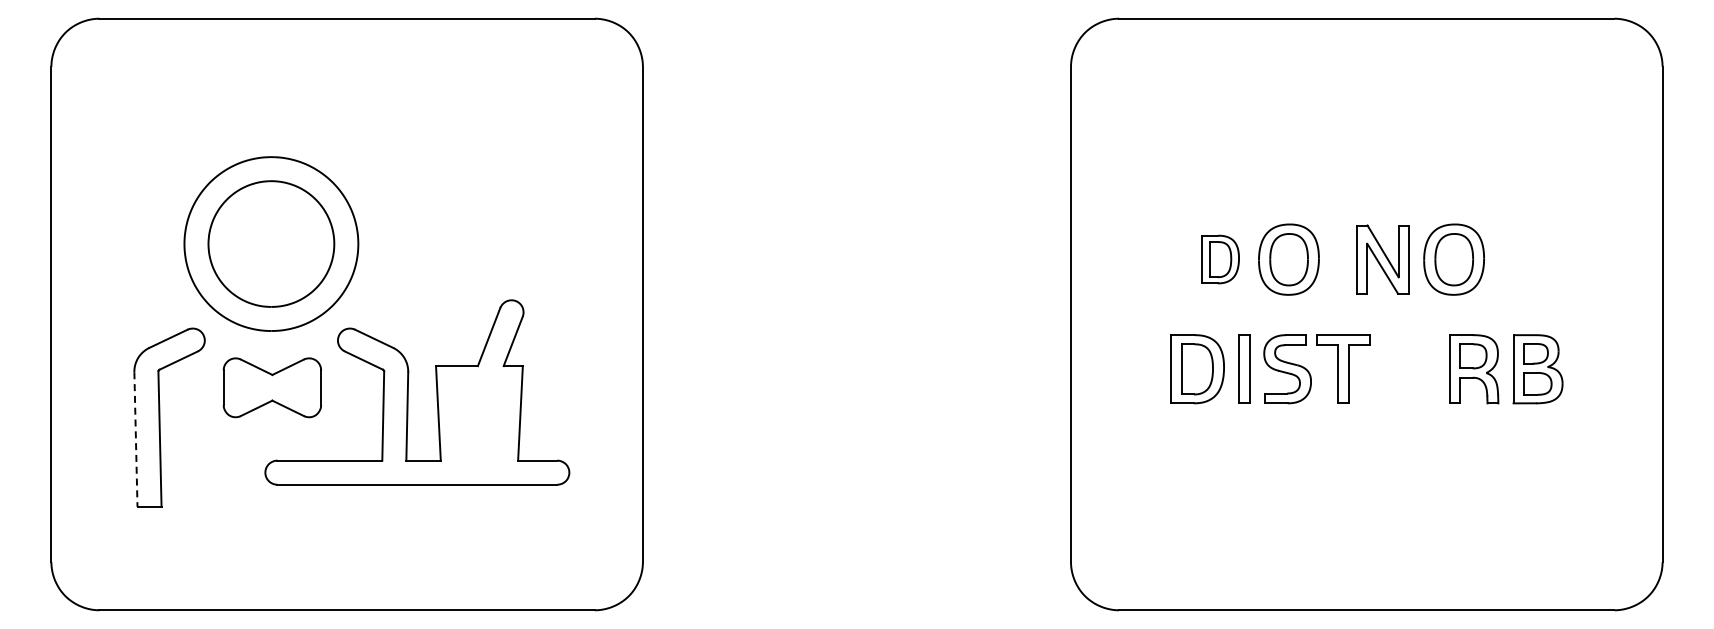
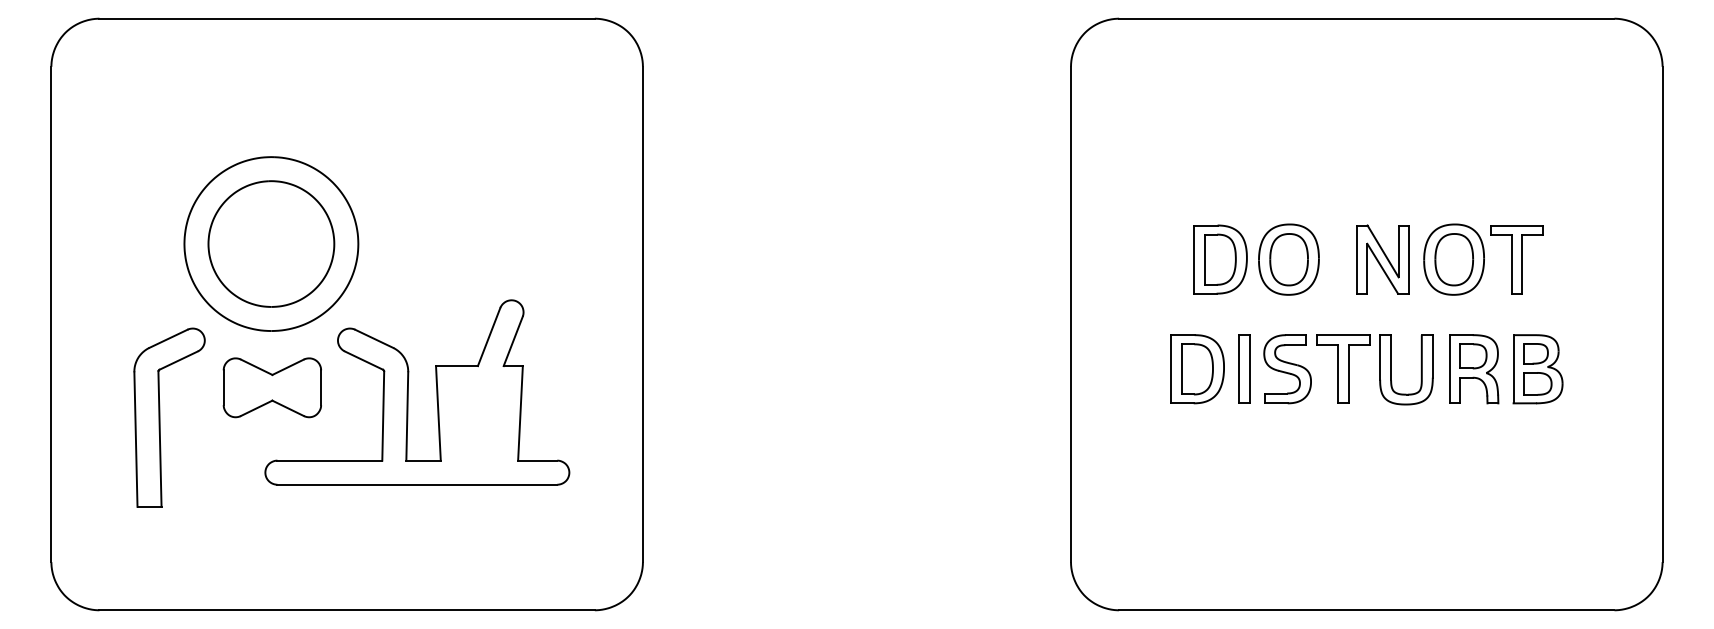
part at (1220, 259) size: 39x51 px -> 55x71 px
part at (1516, 259): none -> present
part at (1420, 369): none -> present
line at (135, 440): dashed -> solid
